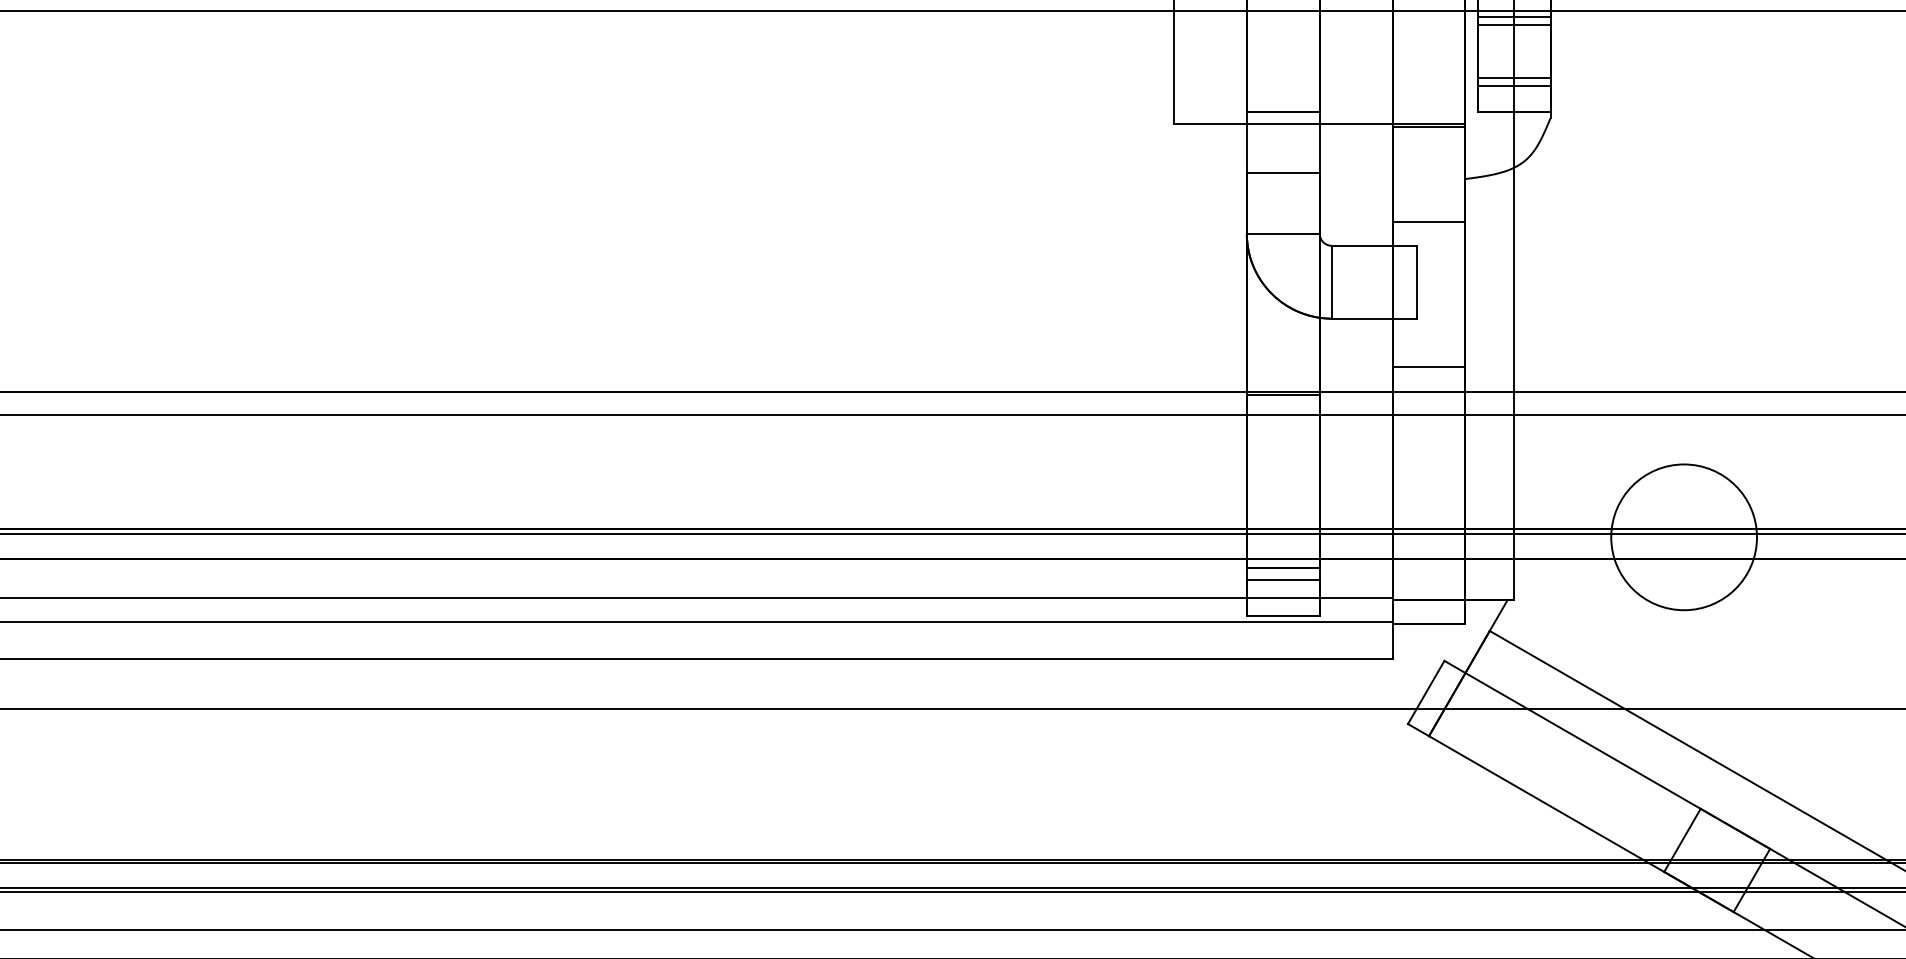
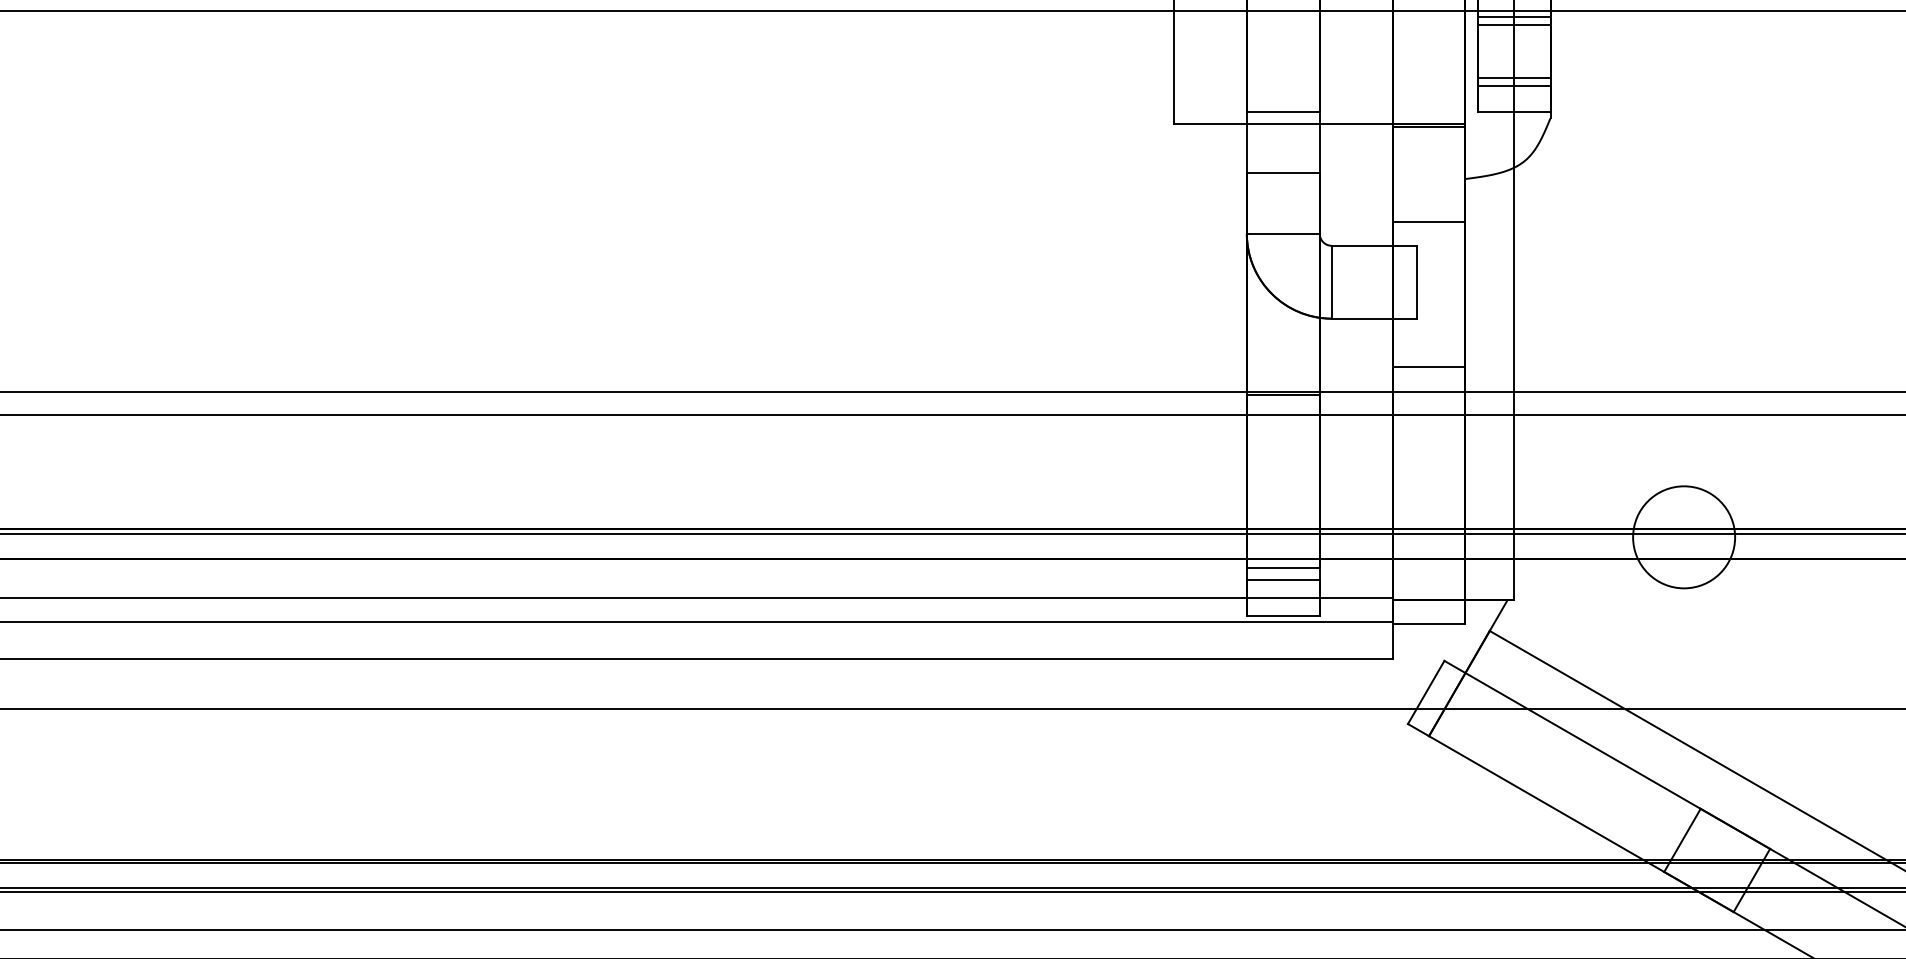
circle at (1684, 537) diameter: 146 px -> 102 px
